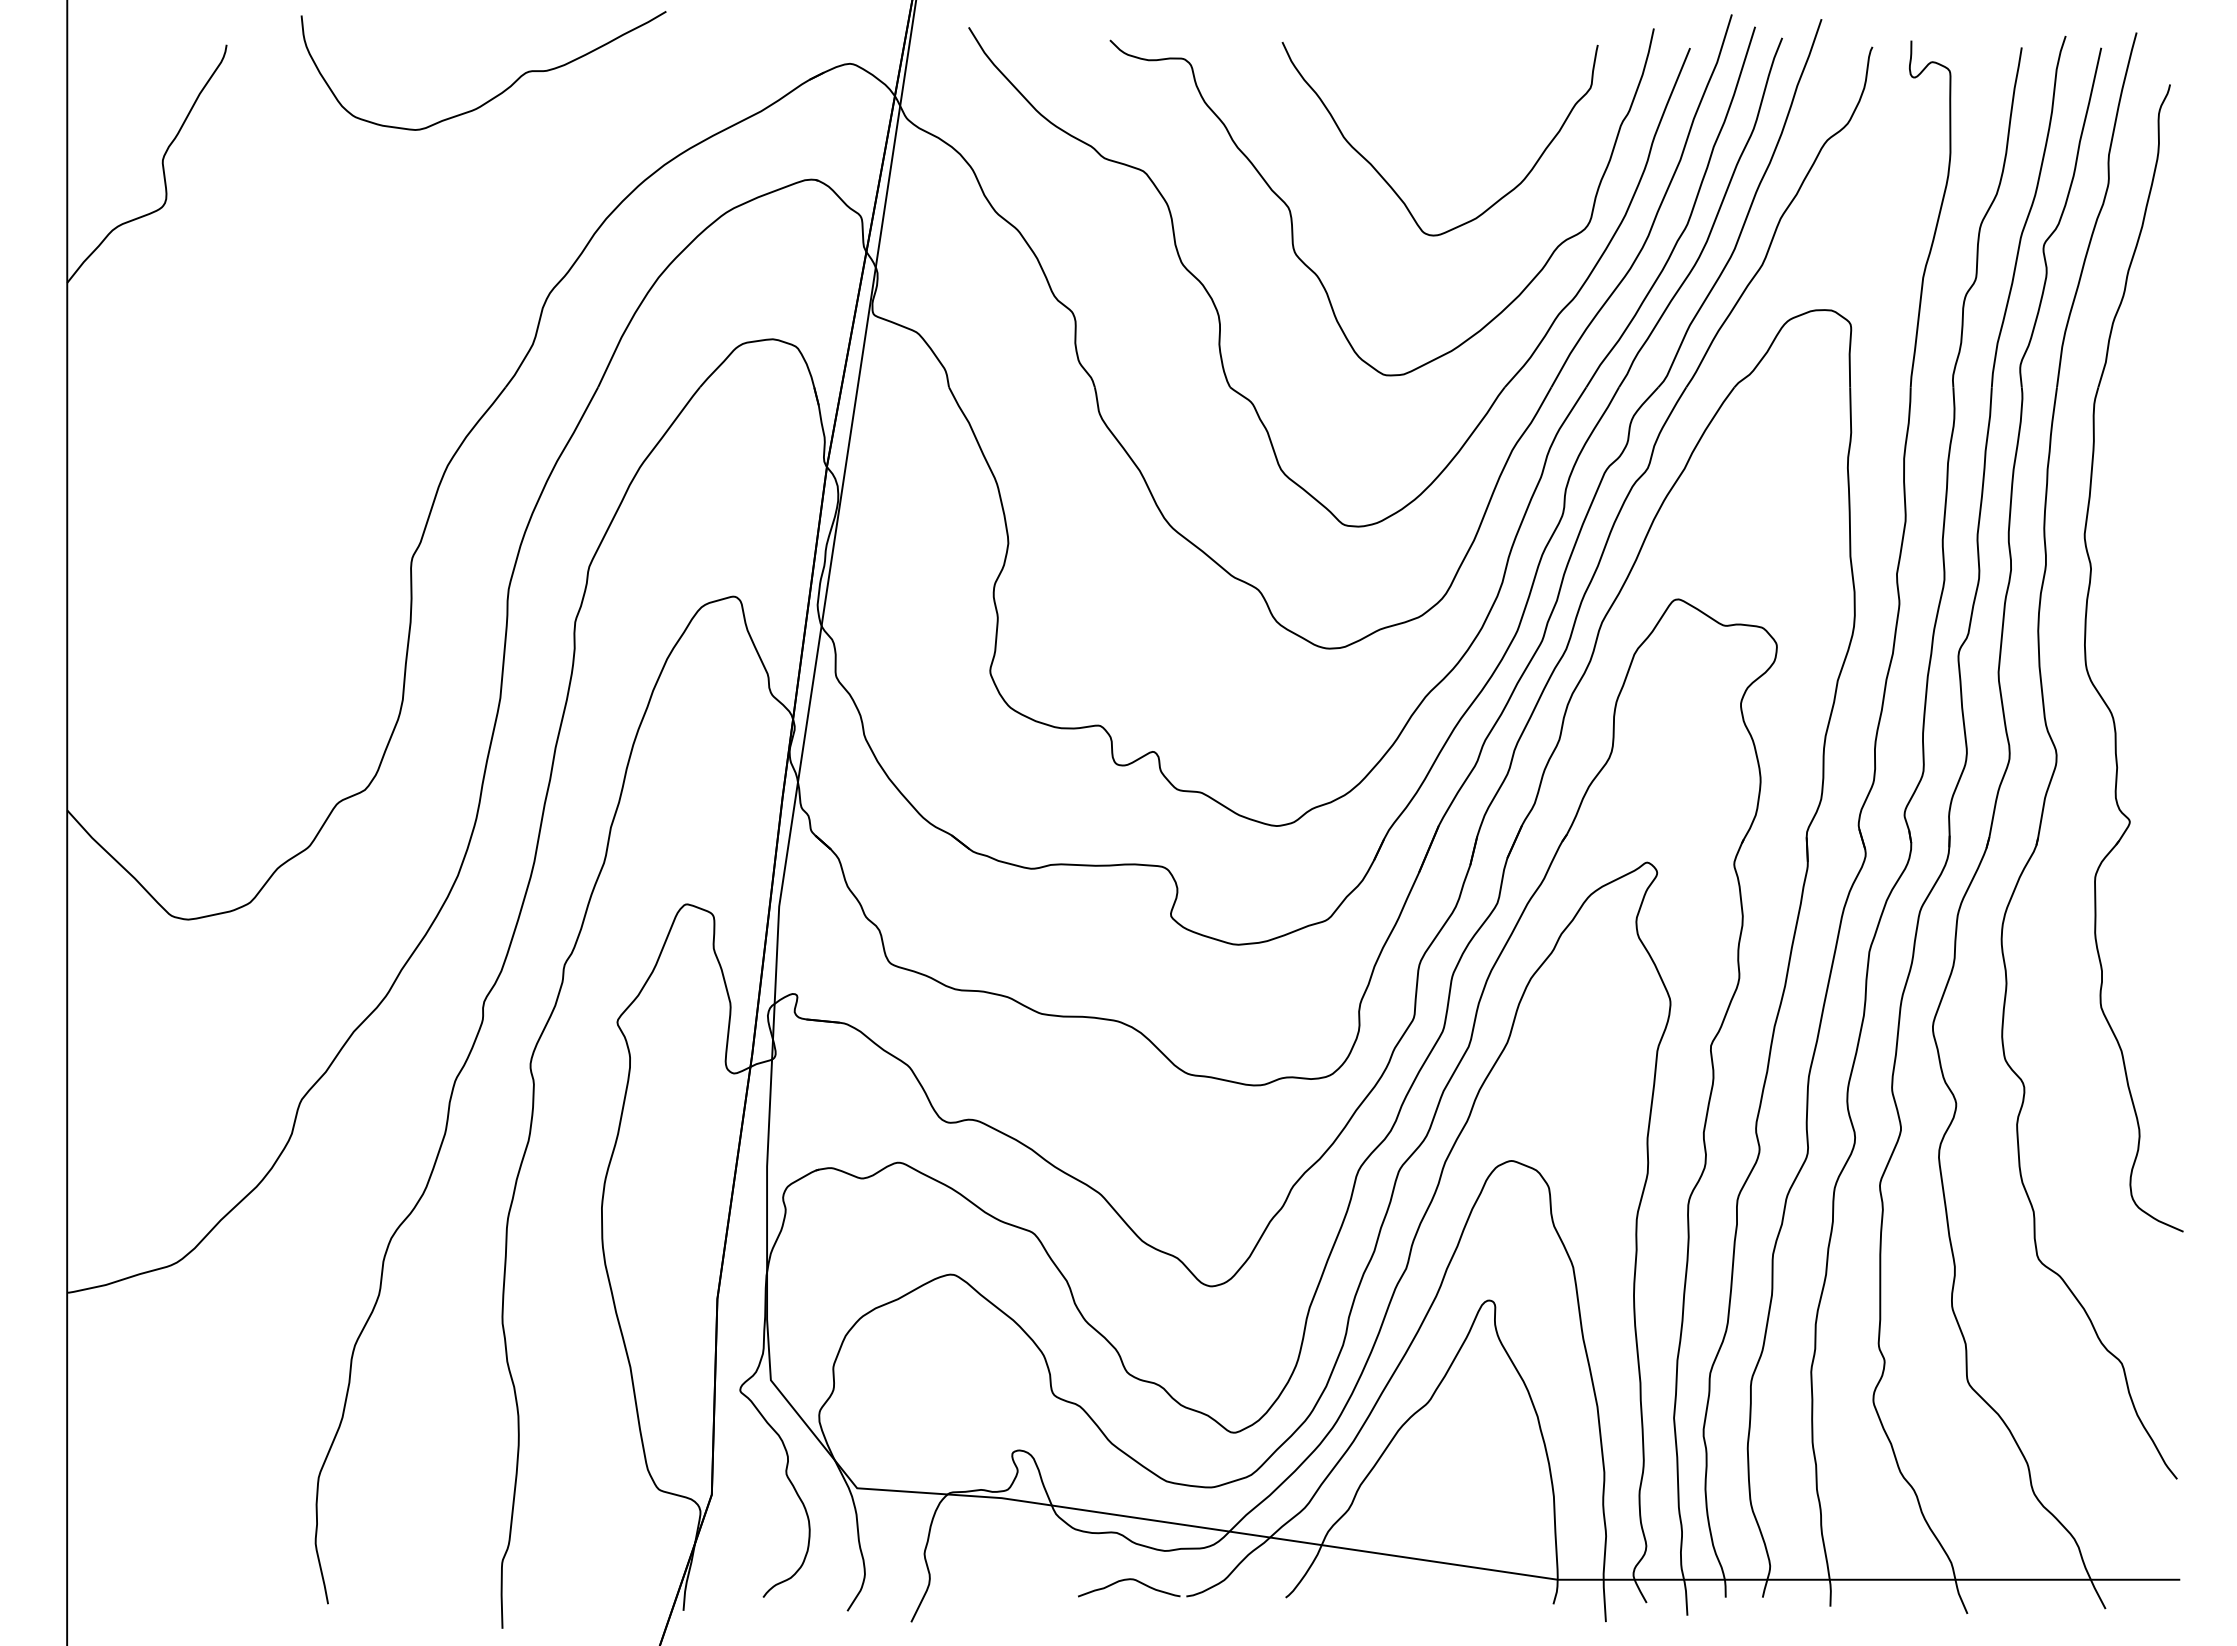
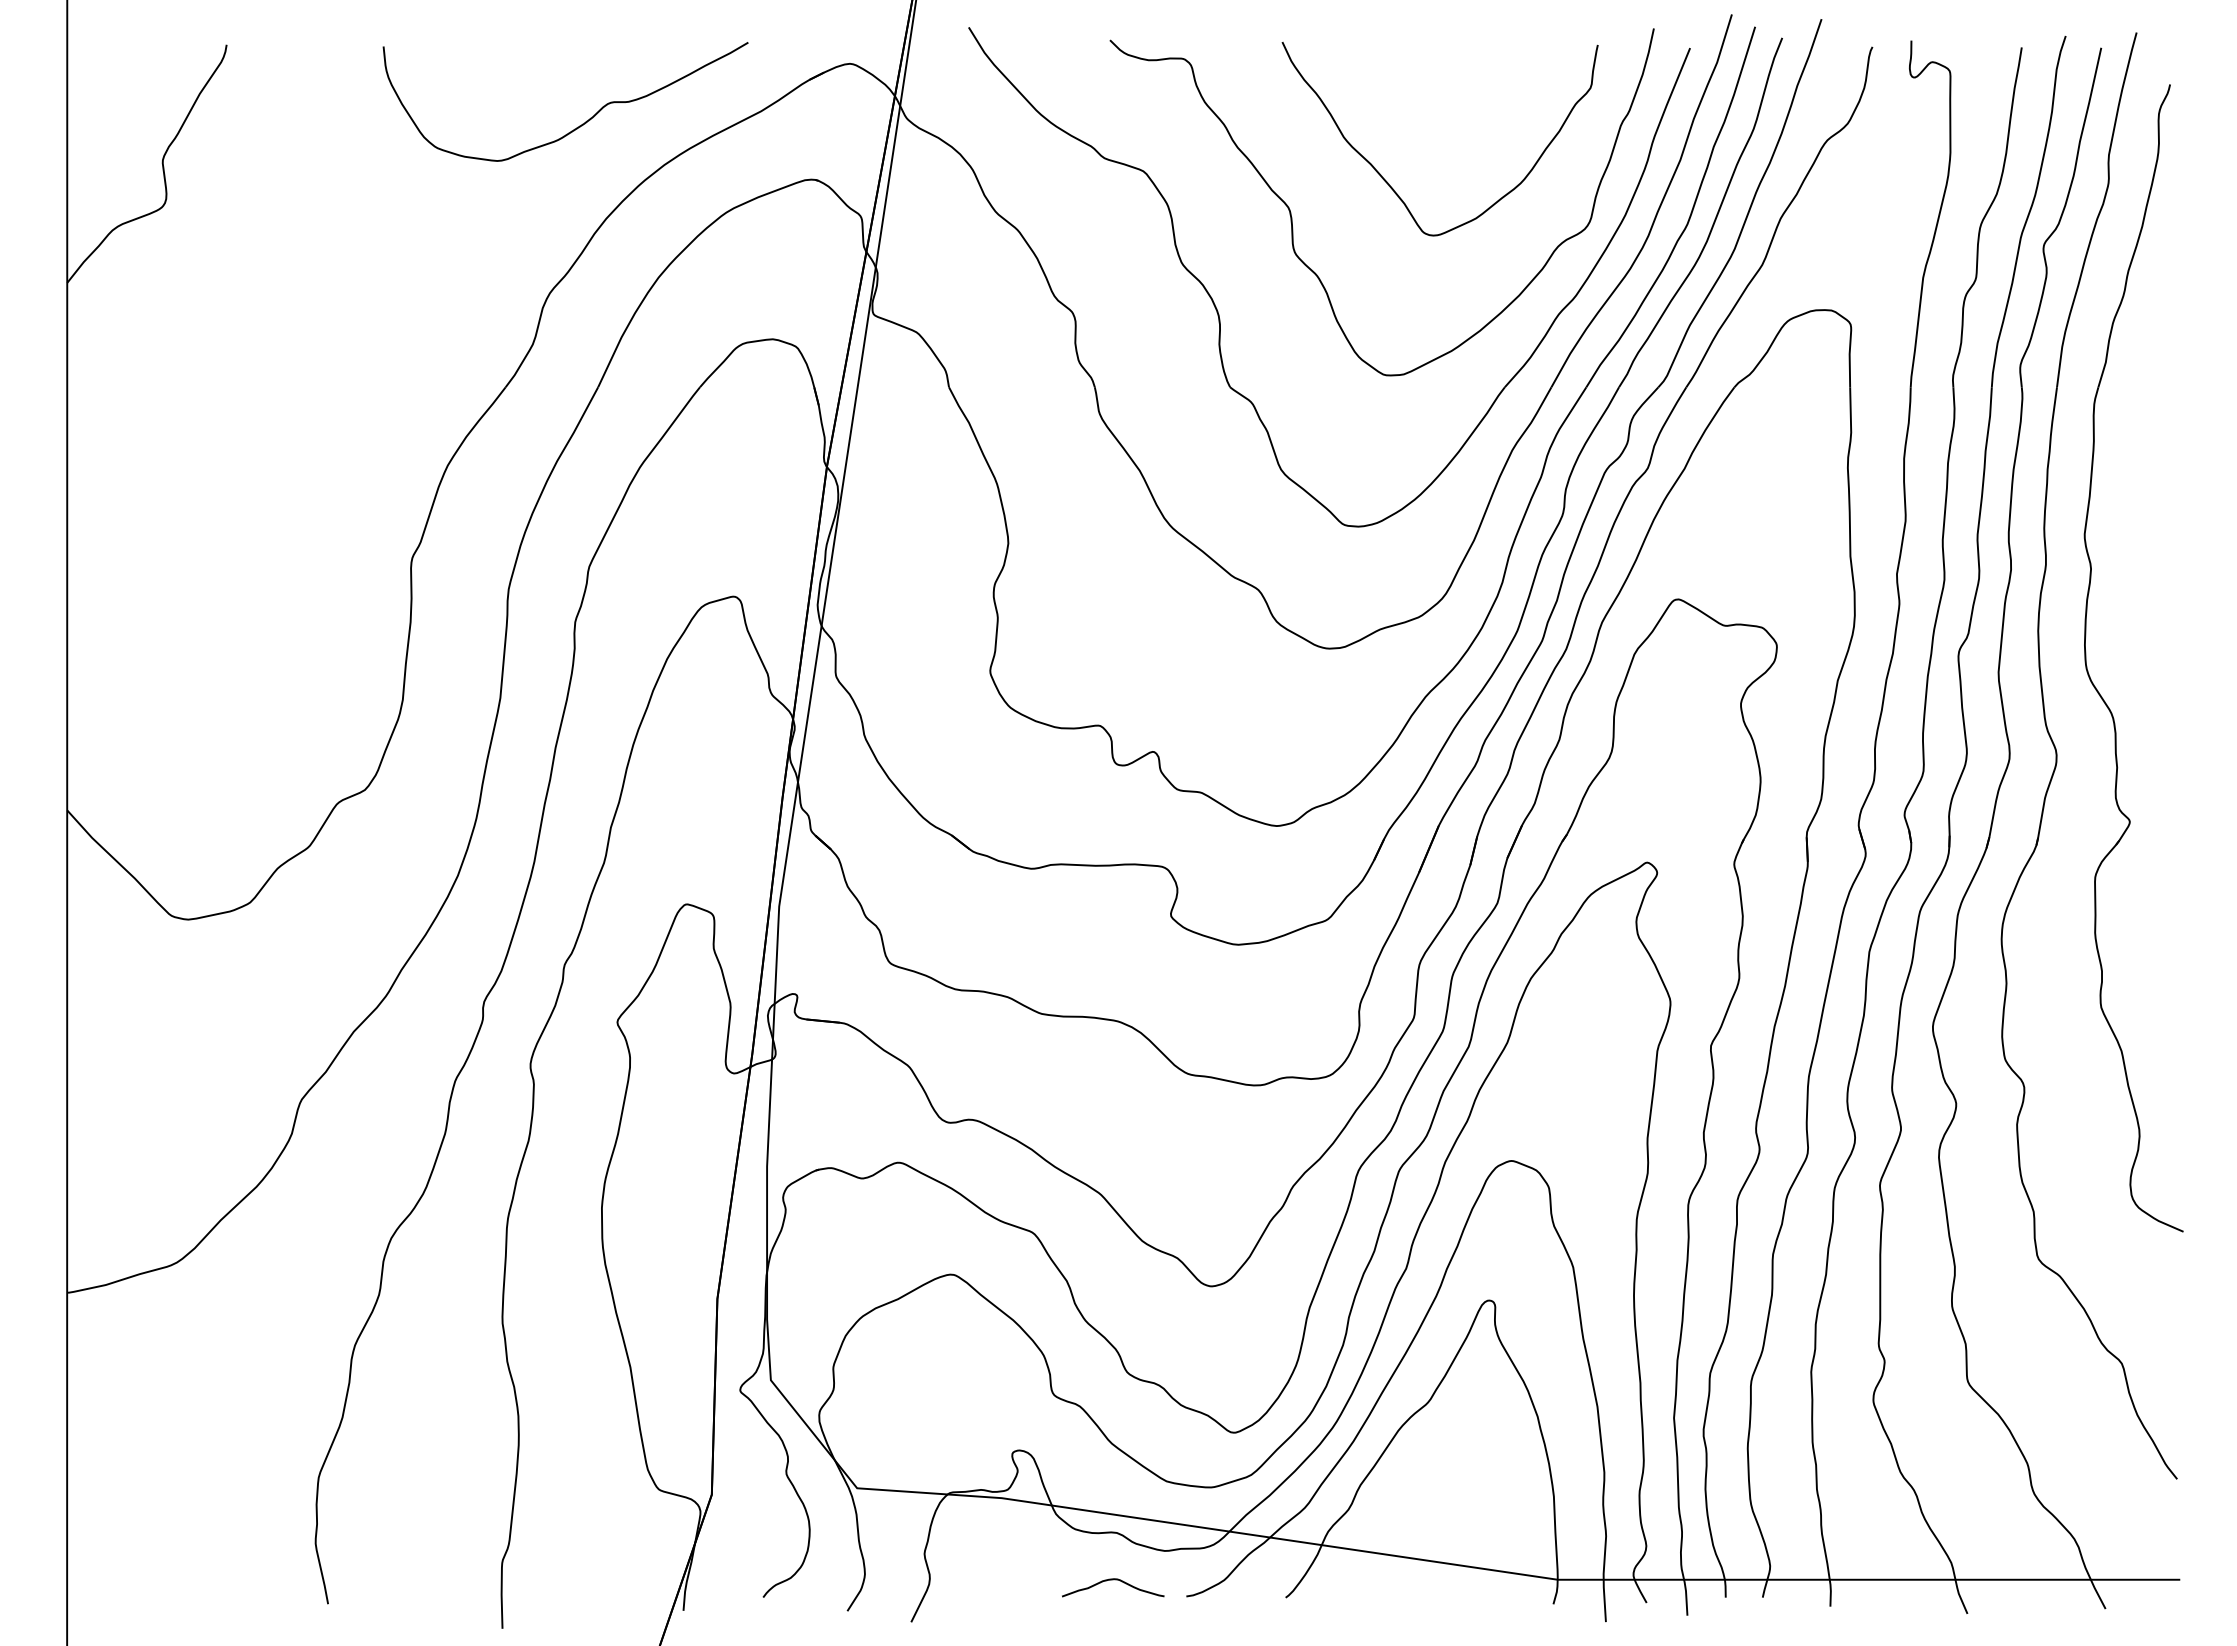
curve at (497, 94) position: (497, 94) -> (579, 125)
curve at (1129, 1580) position: (1129, 1580) -> (1113, 1580)
